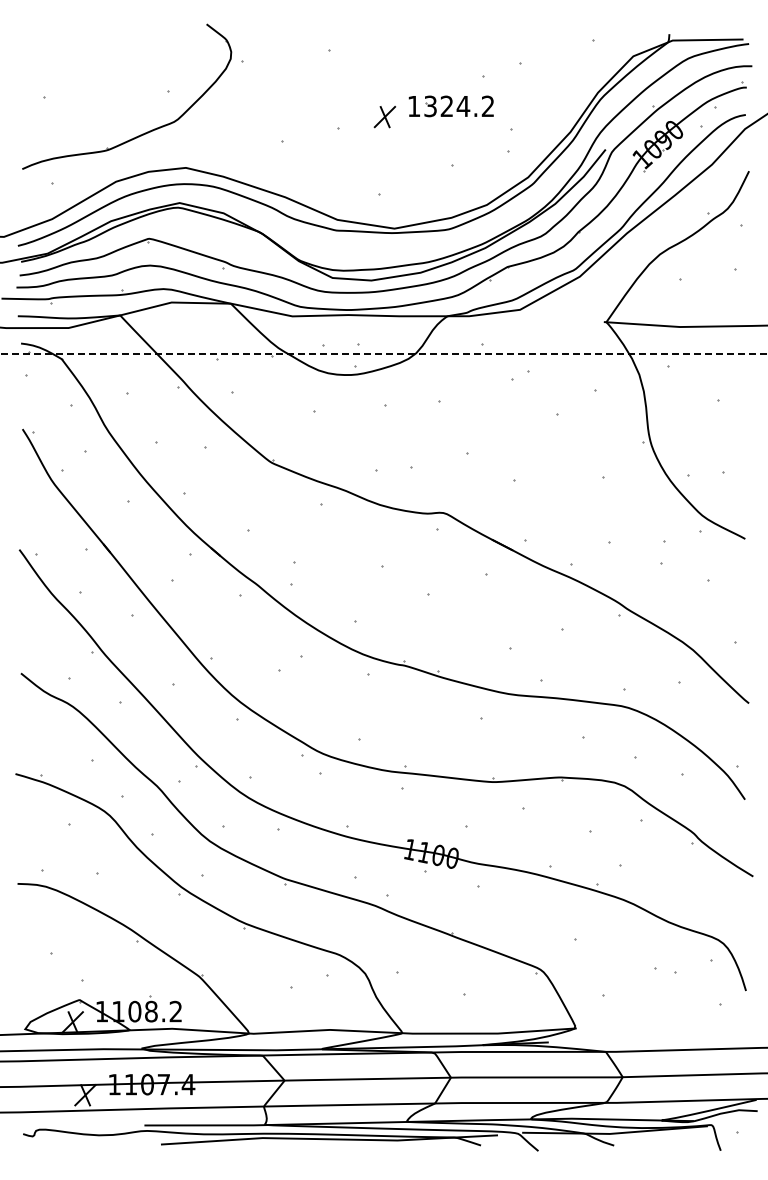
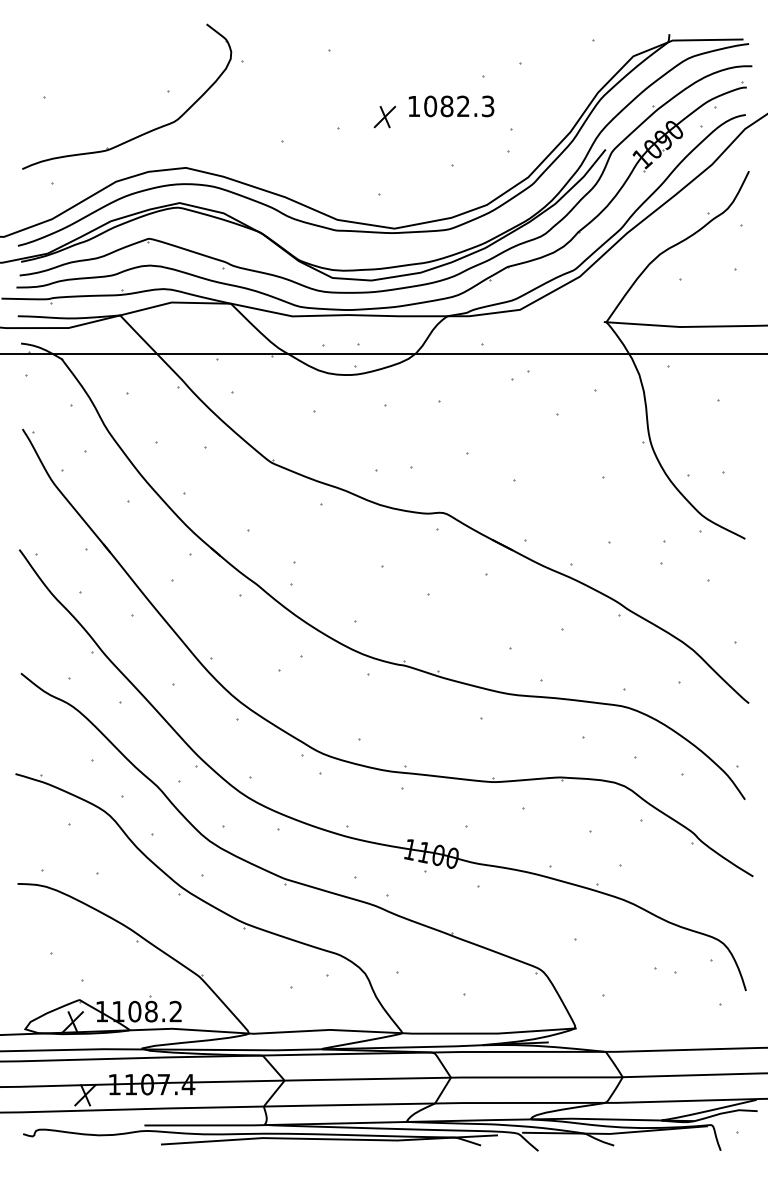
text at (459, 106): 1324.2 -> 1082.3
line at (383, 353): dashed -> solid
